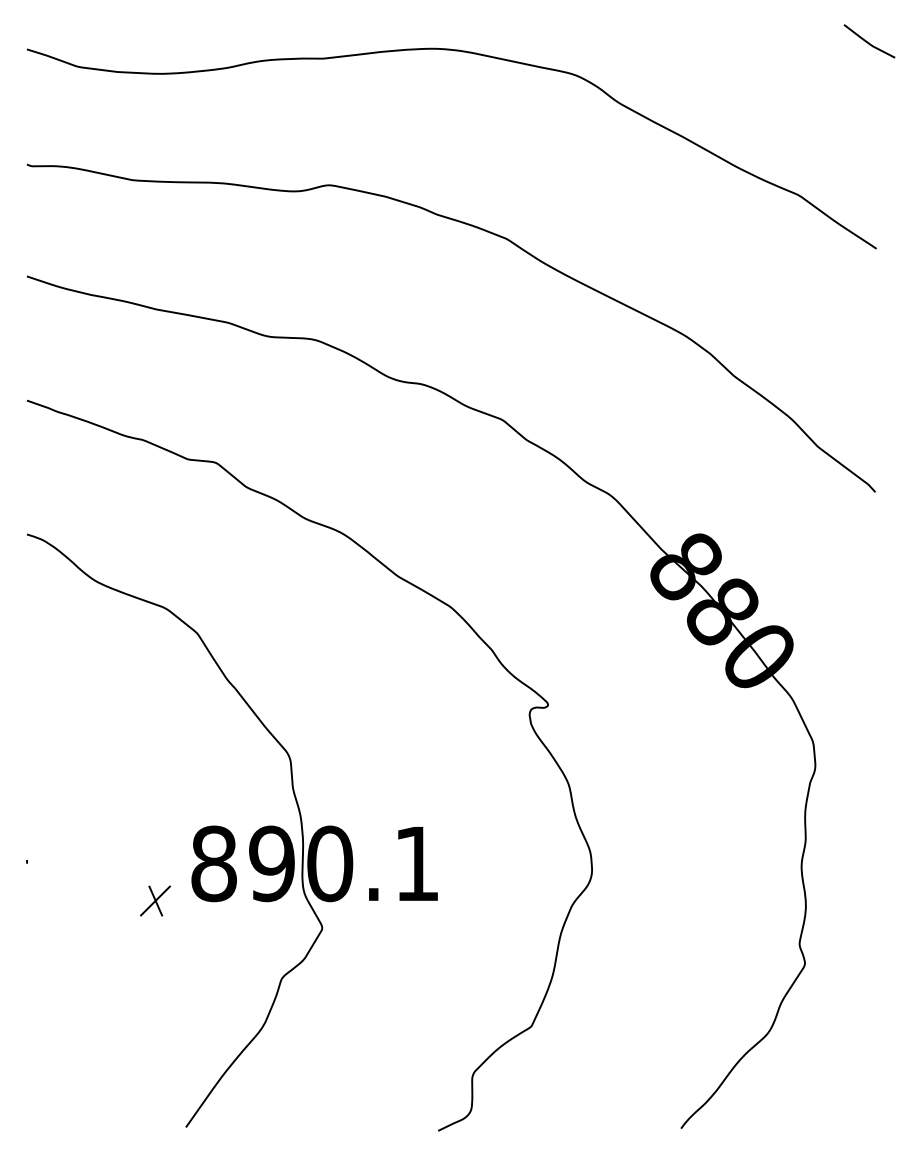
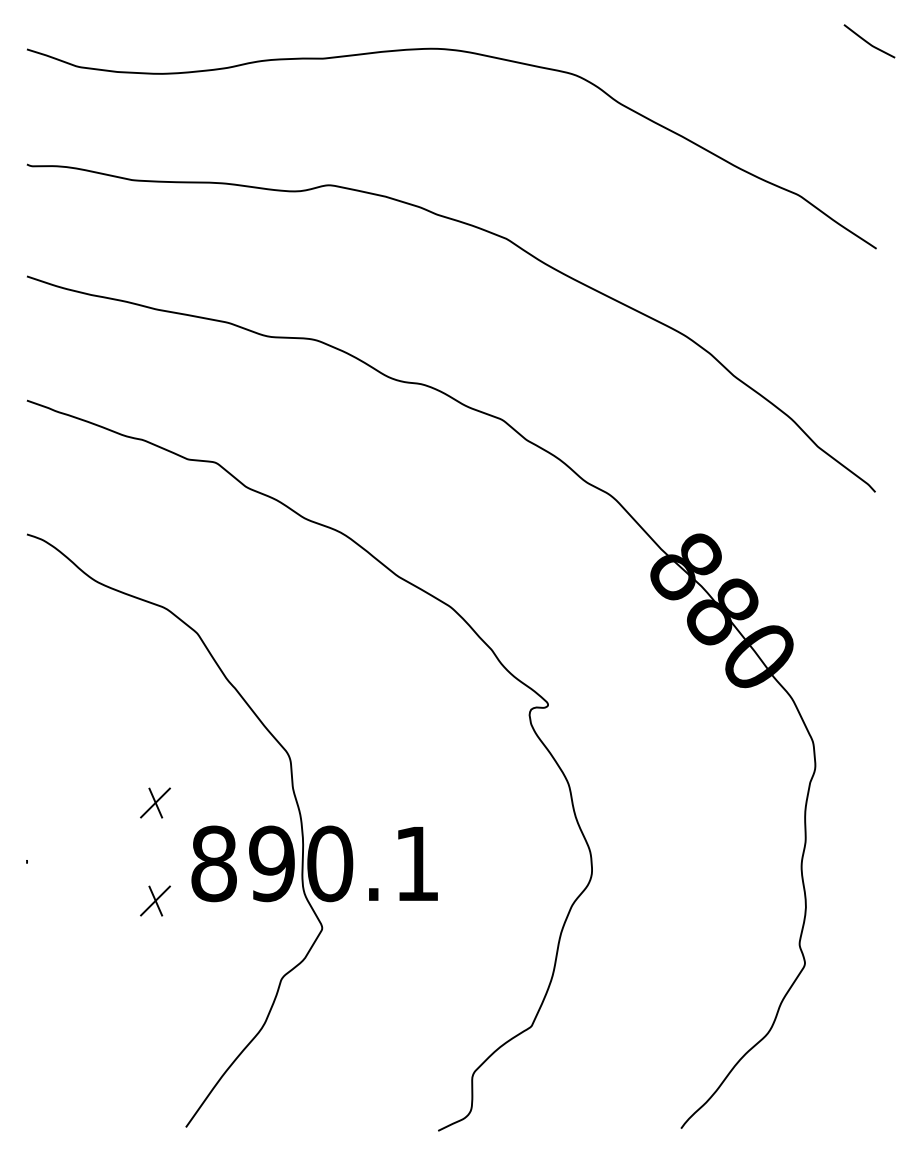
part at (155, 802): none -> present
